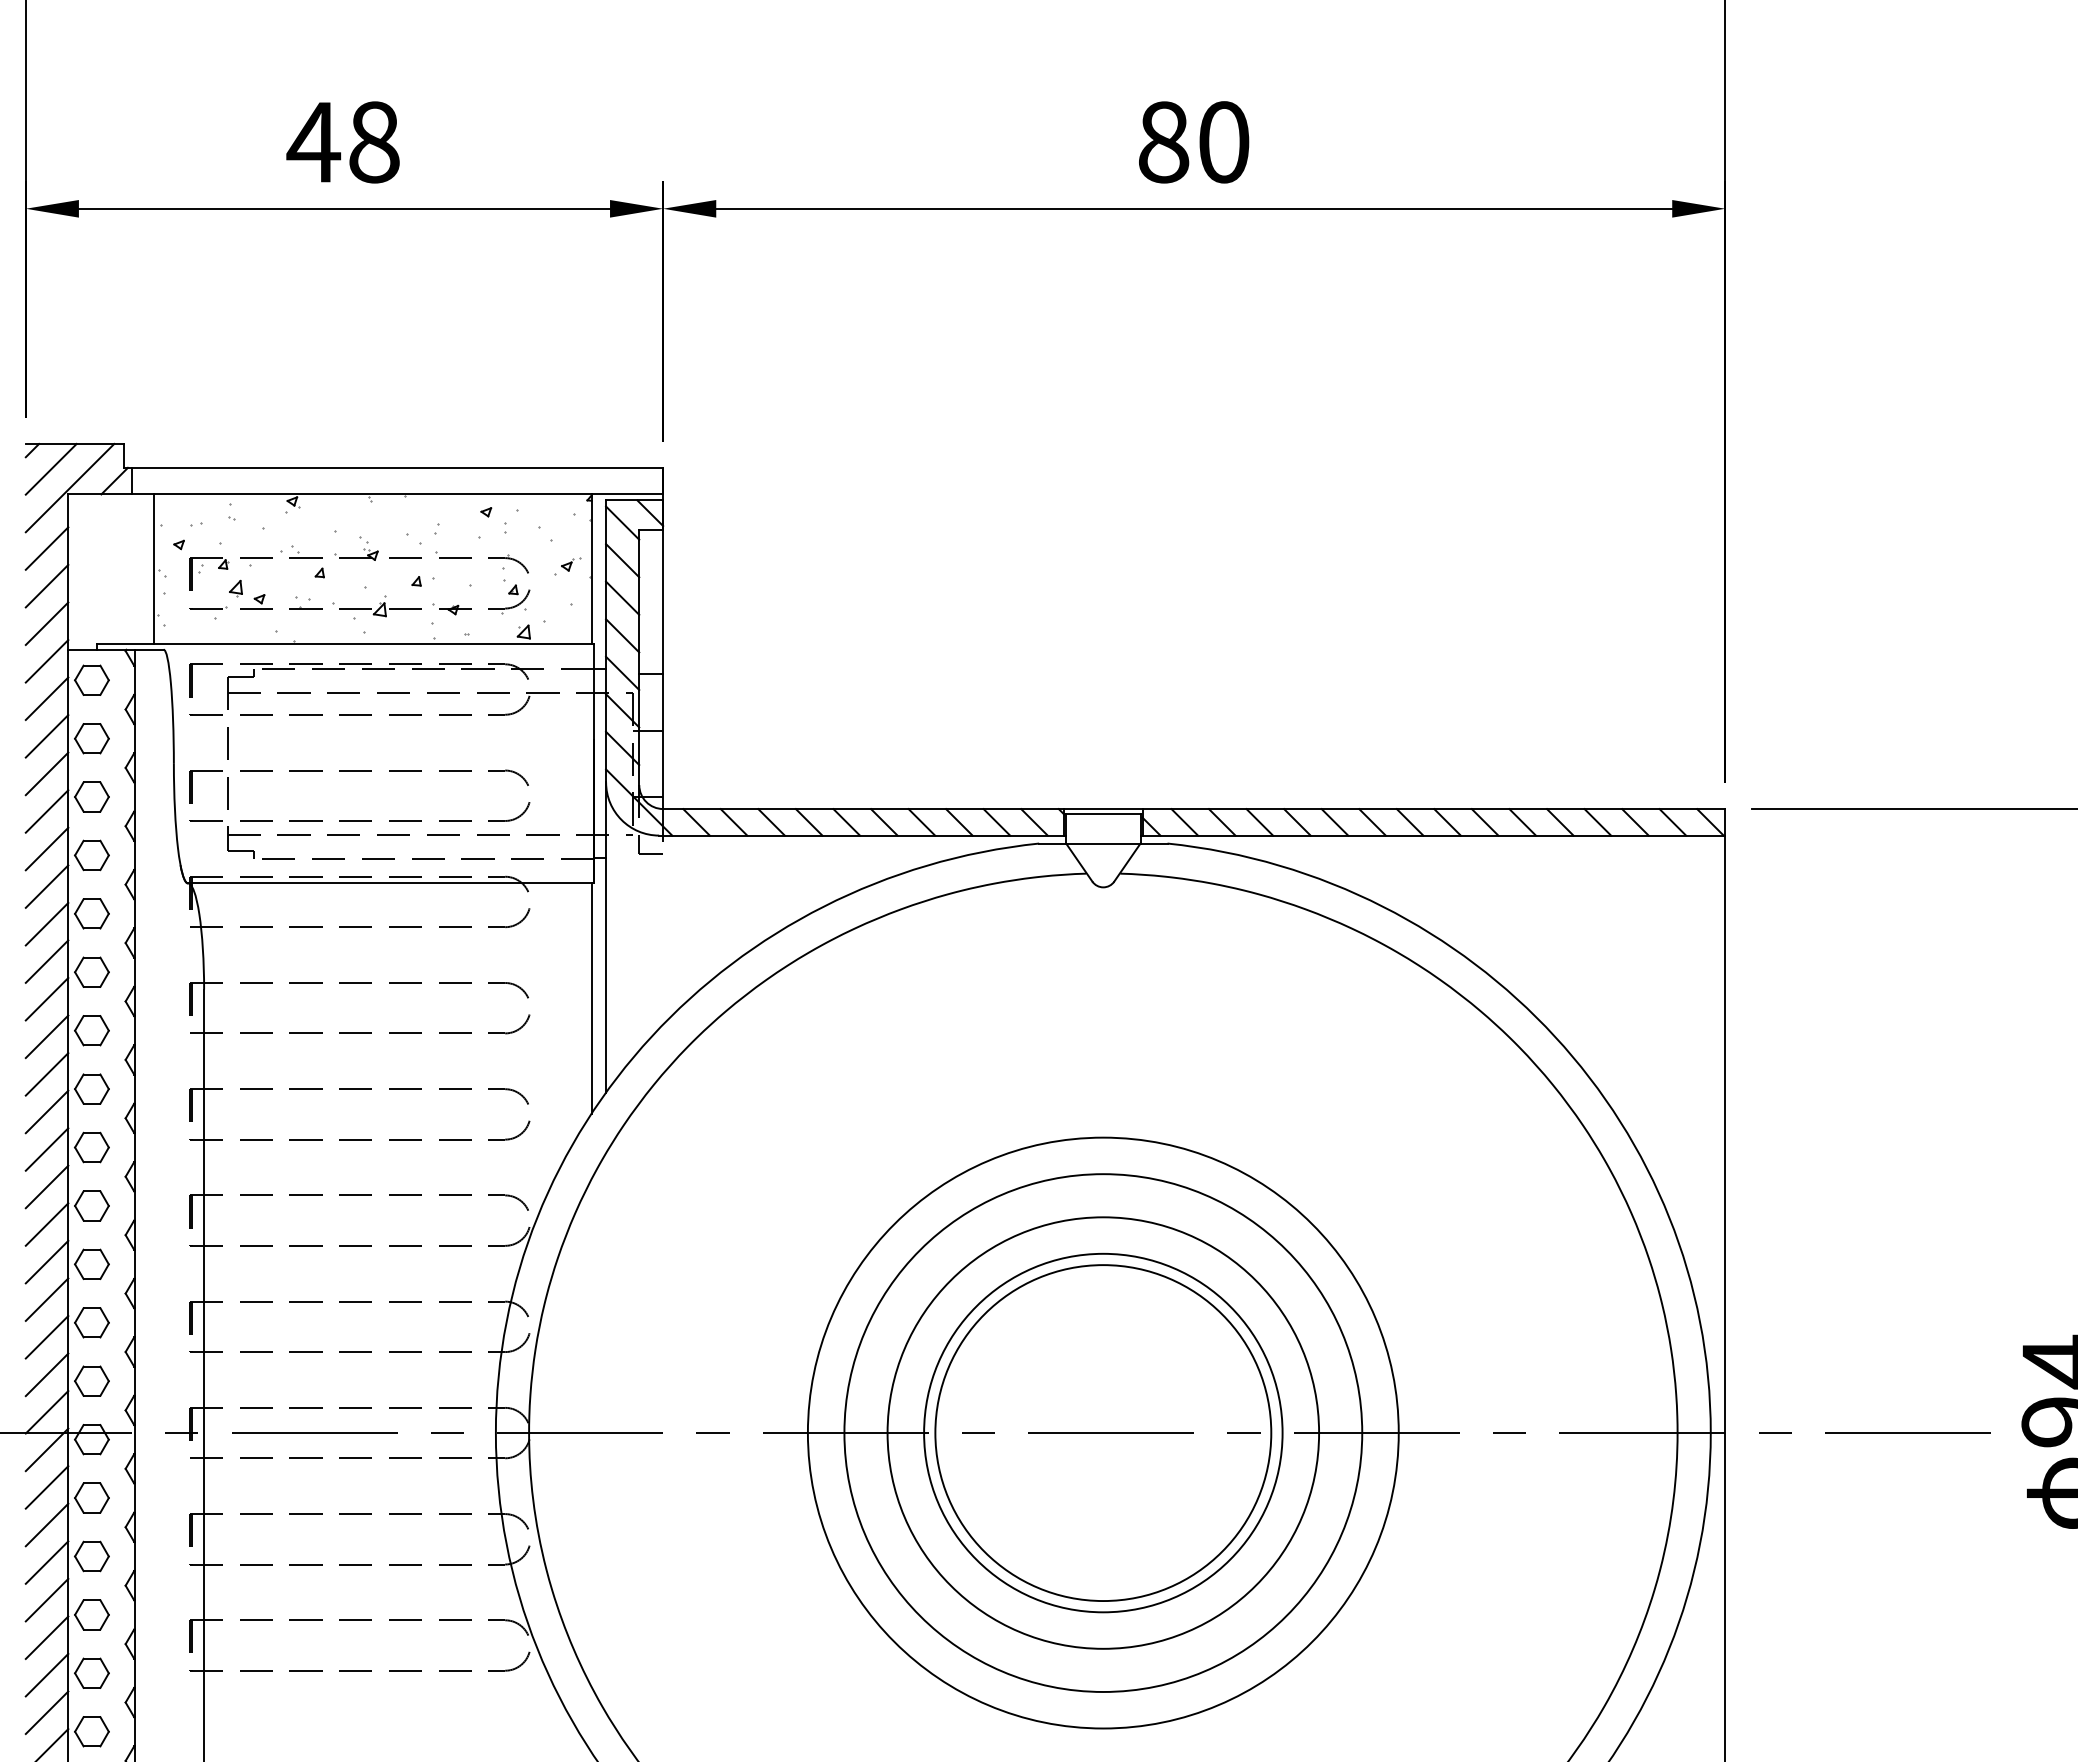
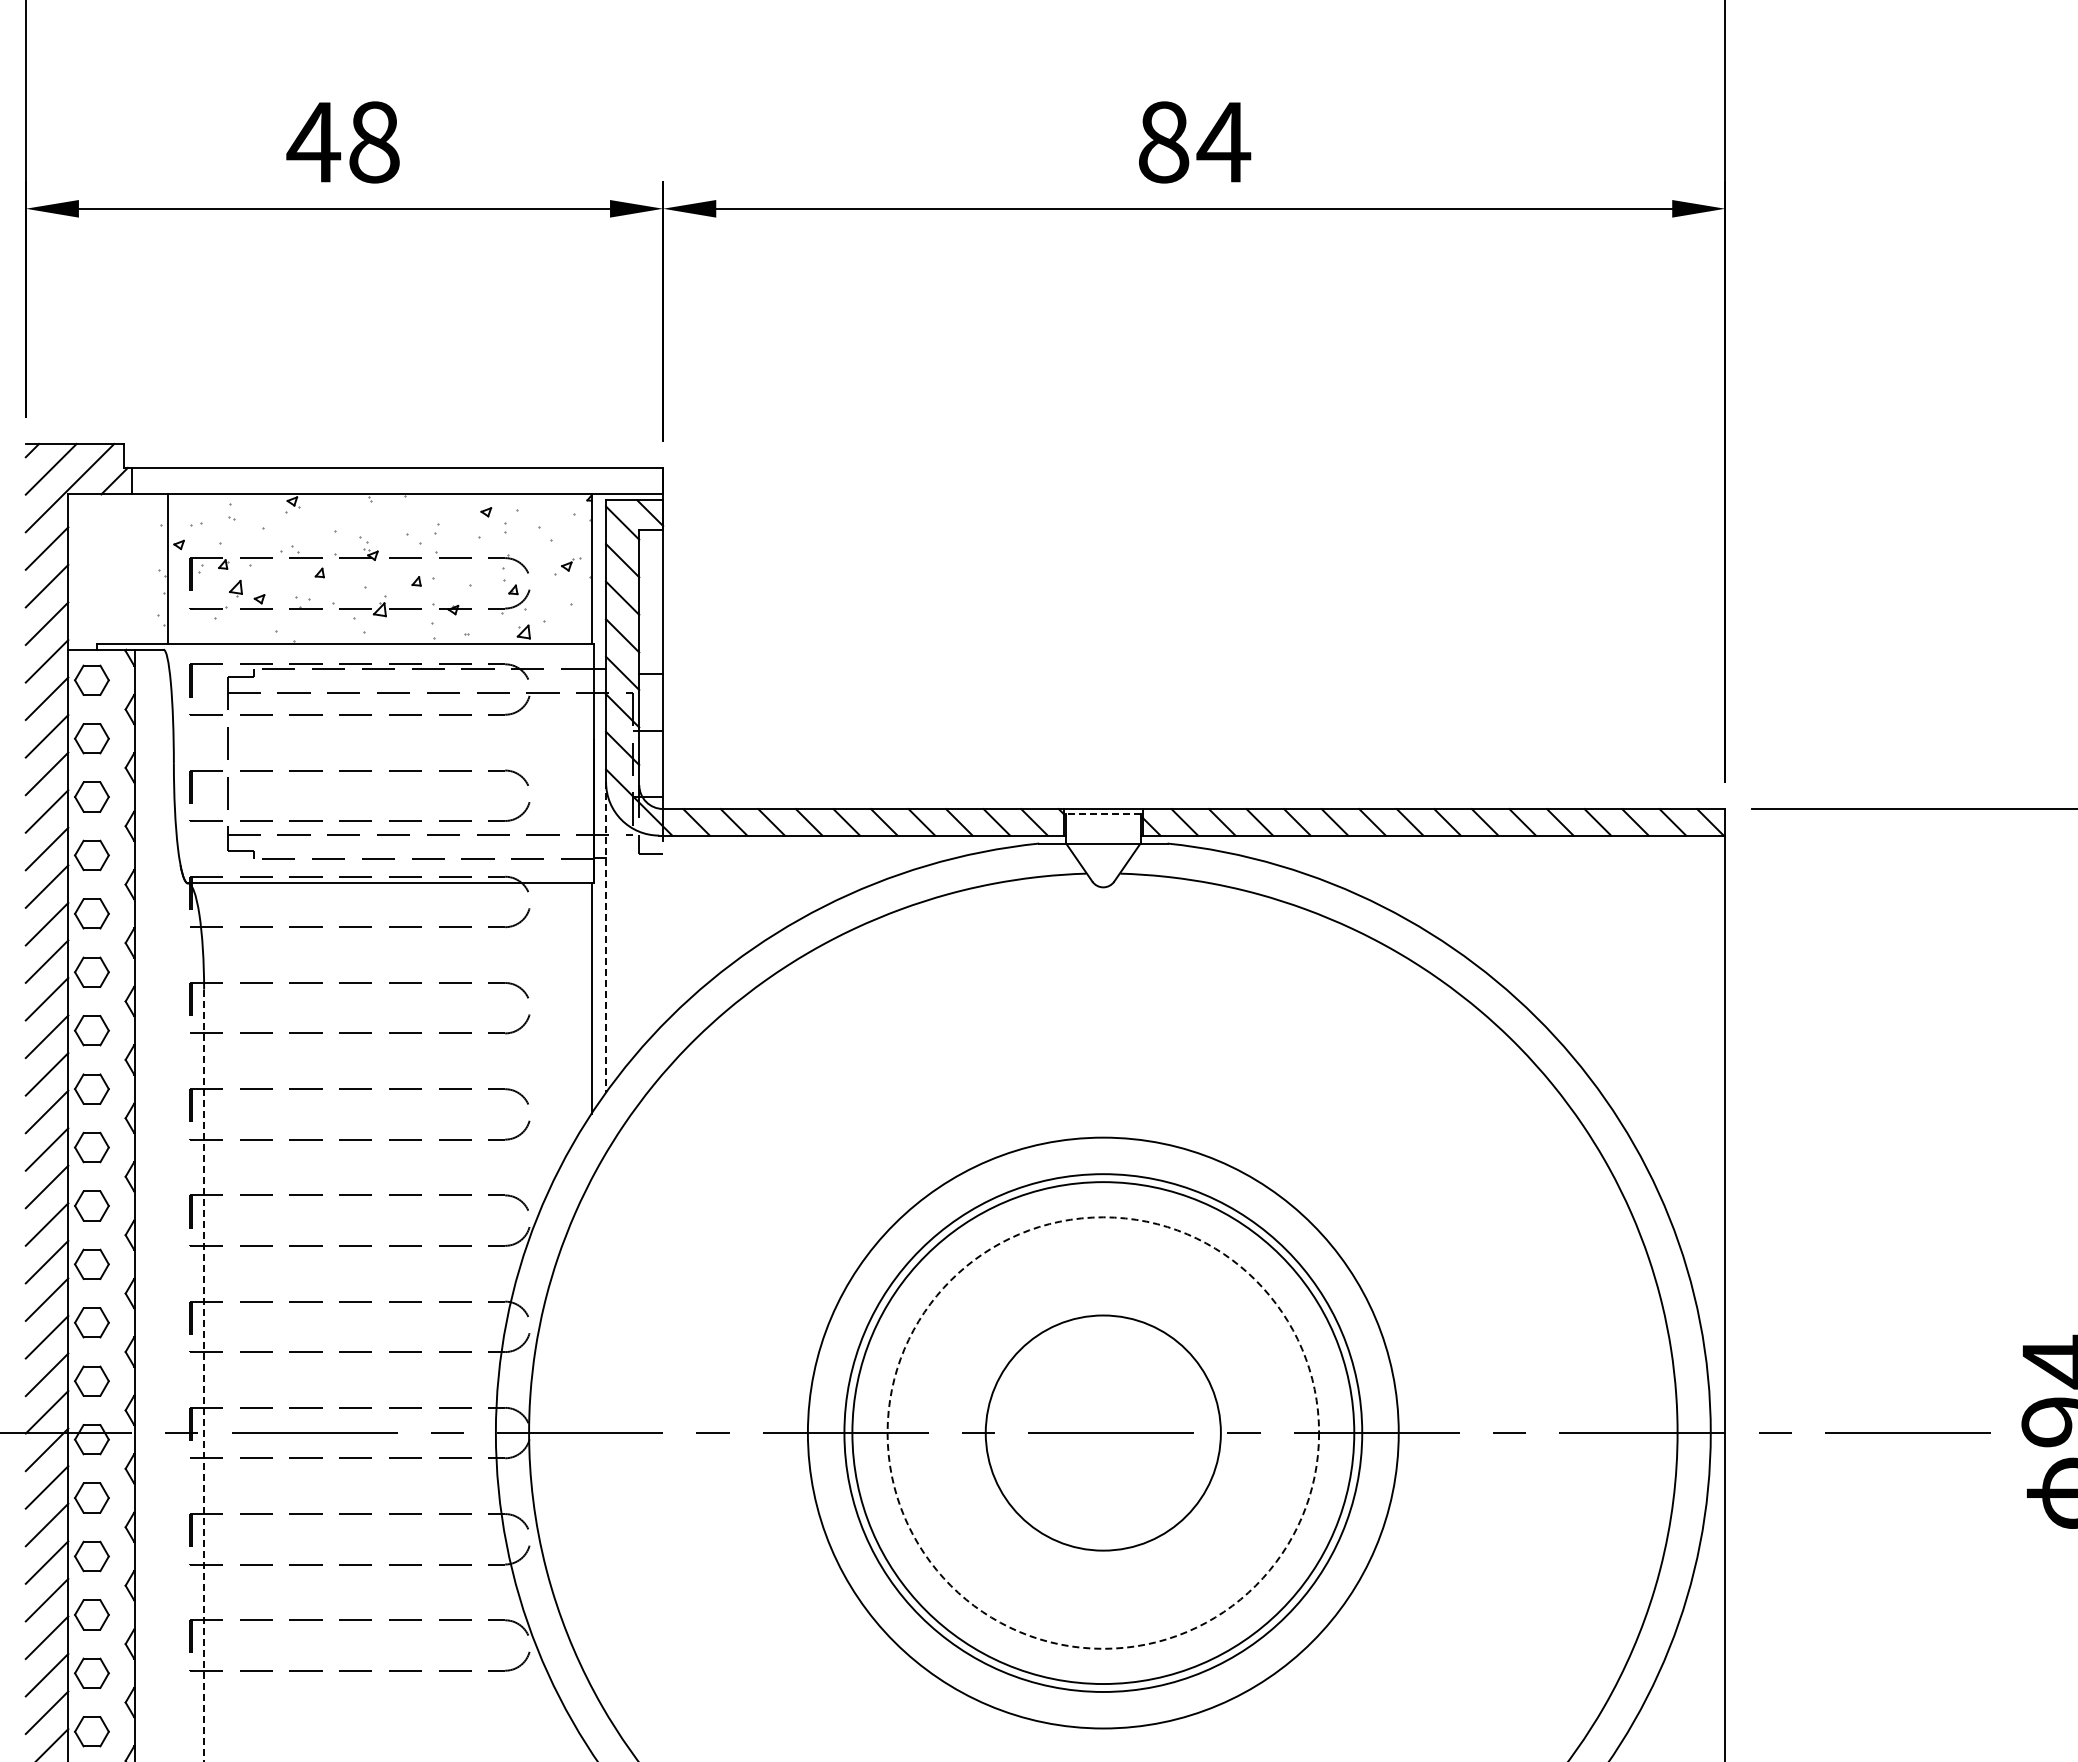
text at (1223, 142): 80 -> 84
line at (153, 569) position: (153, 569) -> (167, 569)
line at (1102, 814): solid -> dashed
line at (606, 938): solid -> dashed
line at (204, 1375): solid -> dashed
circle at (1103, 1432) diameter: 358 px -> 502 px
circle at (1103, 1432): solid -> dashed
circle at (1103, 1433) diameter: 336 px -> 235 px
